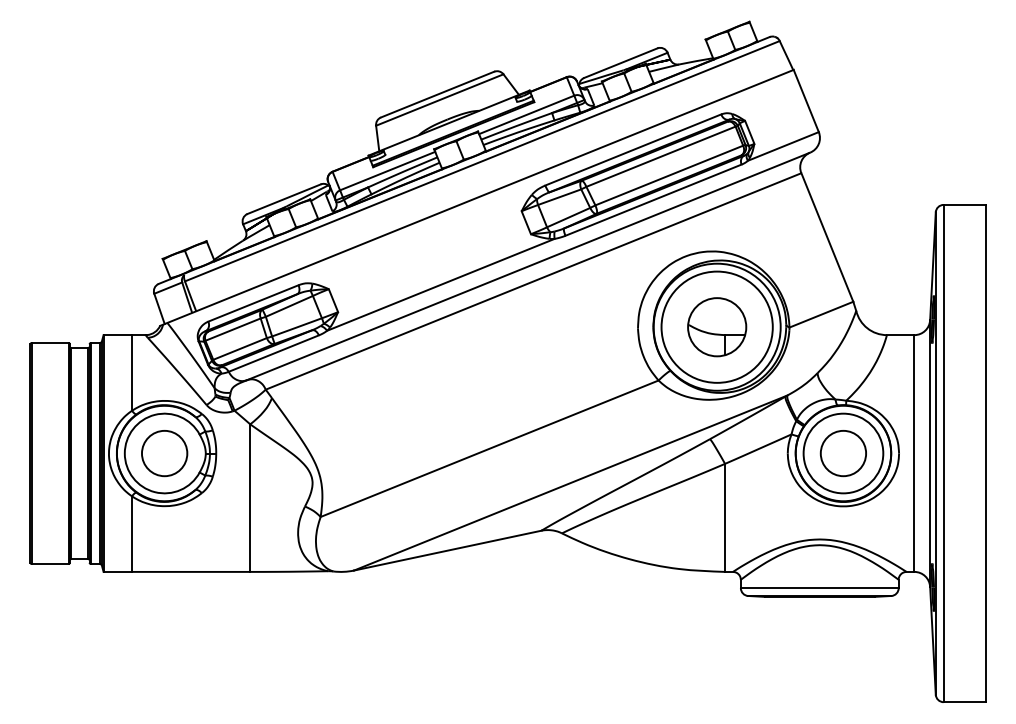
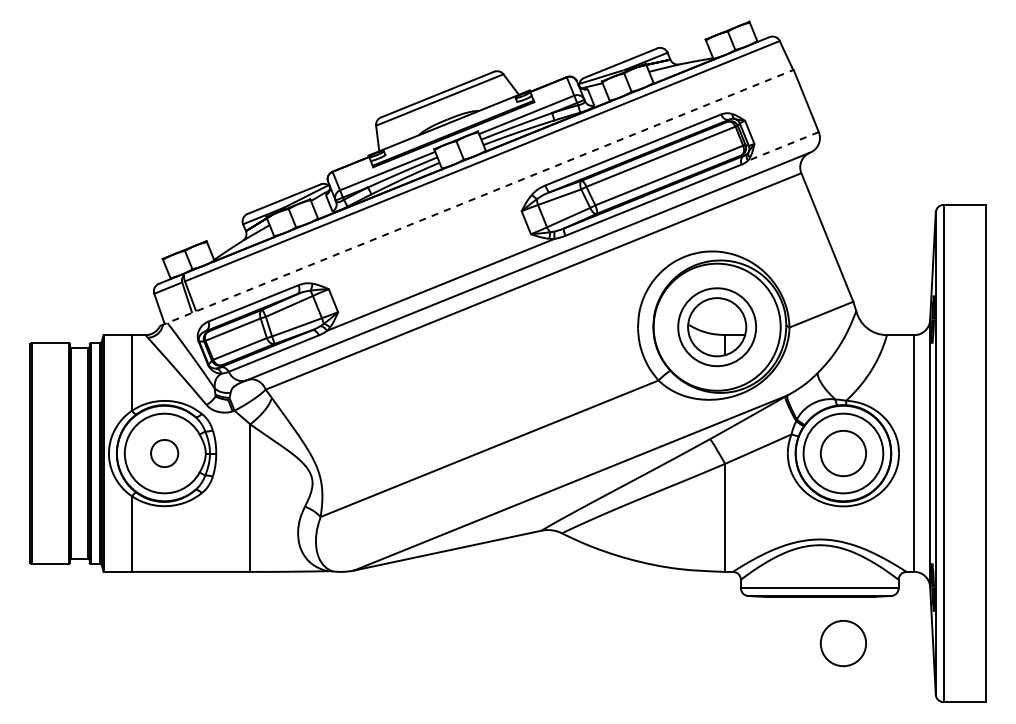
line at (782, 146): solid -> dashed
line at (476, 197): solid -> dashed
circle at (716, 326) diameter: 111 px -> 78 px
circle at (164, 453) diameter: 45 px -> 27 px
circle at (842, 643): none -> present
